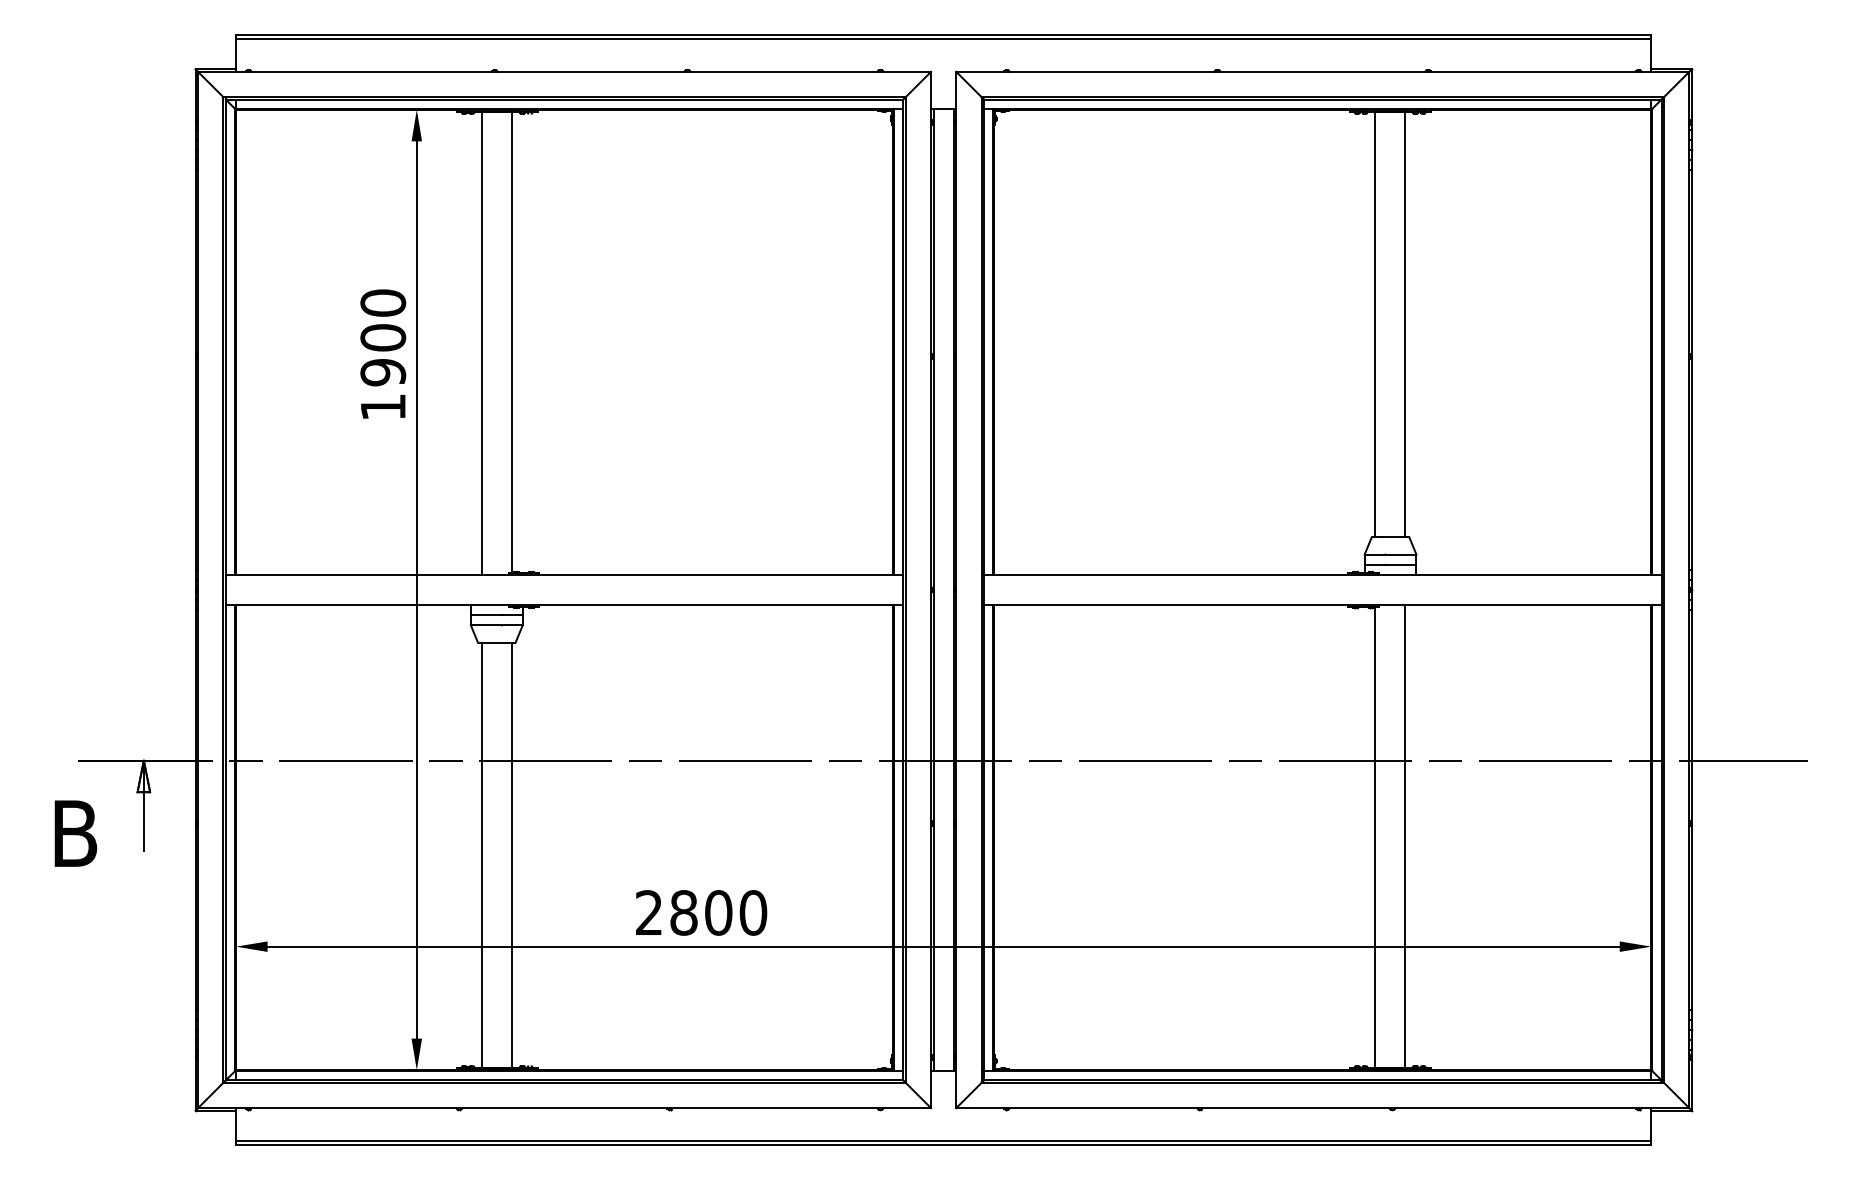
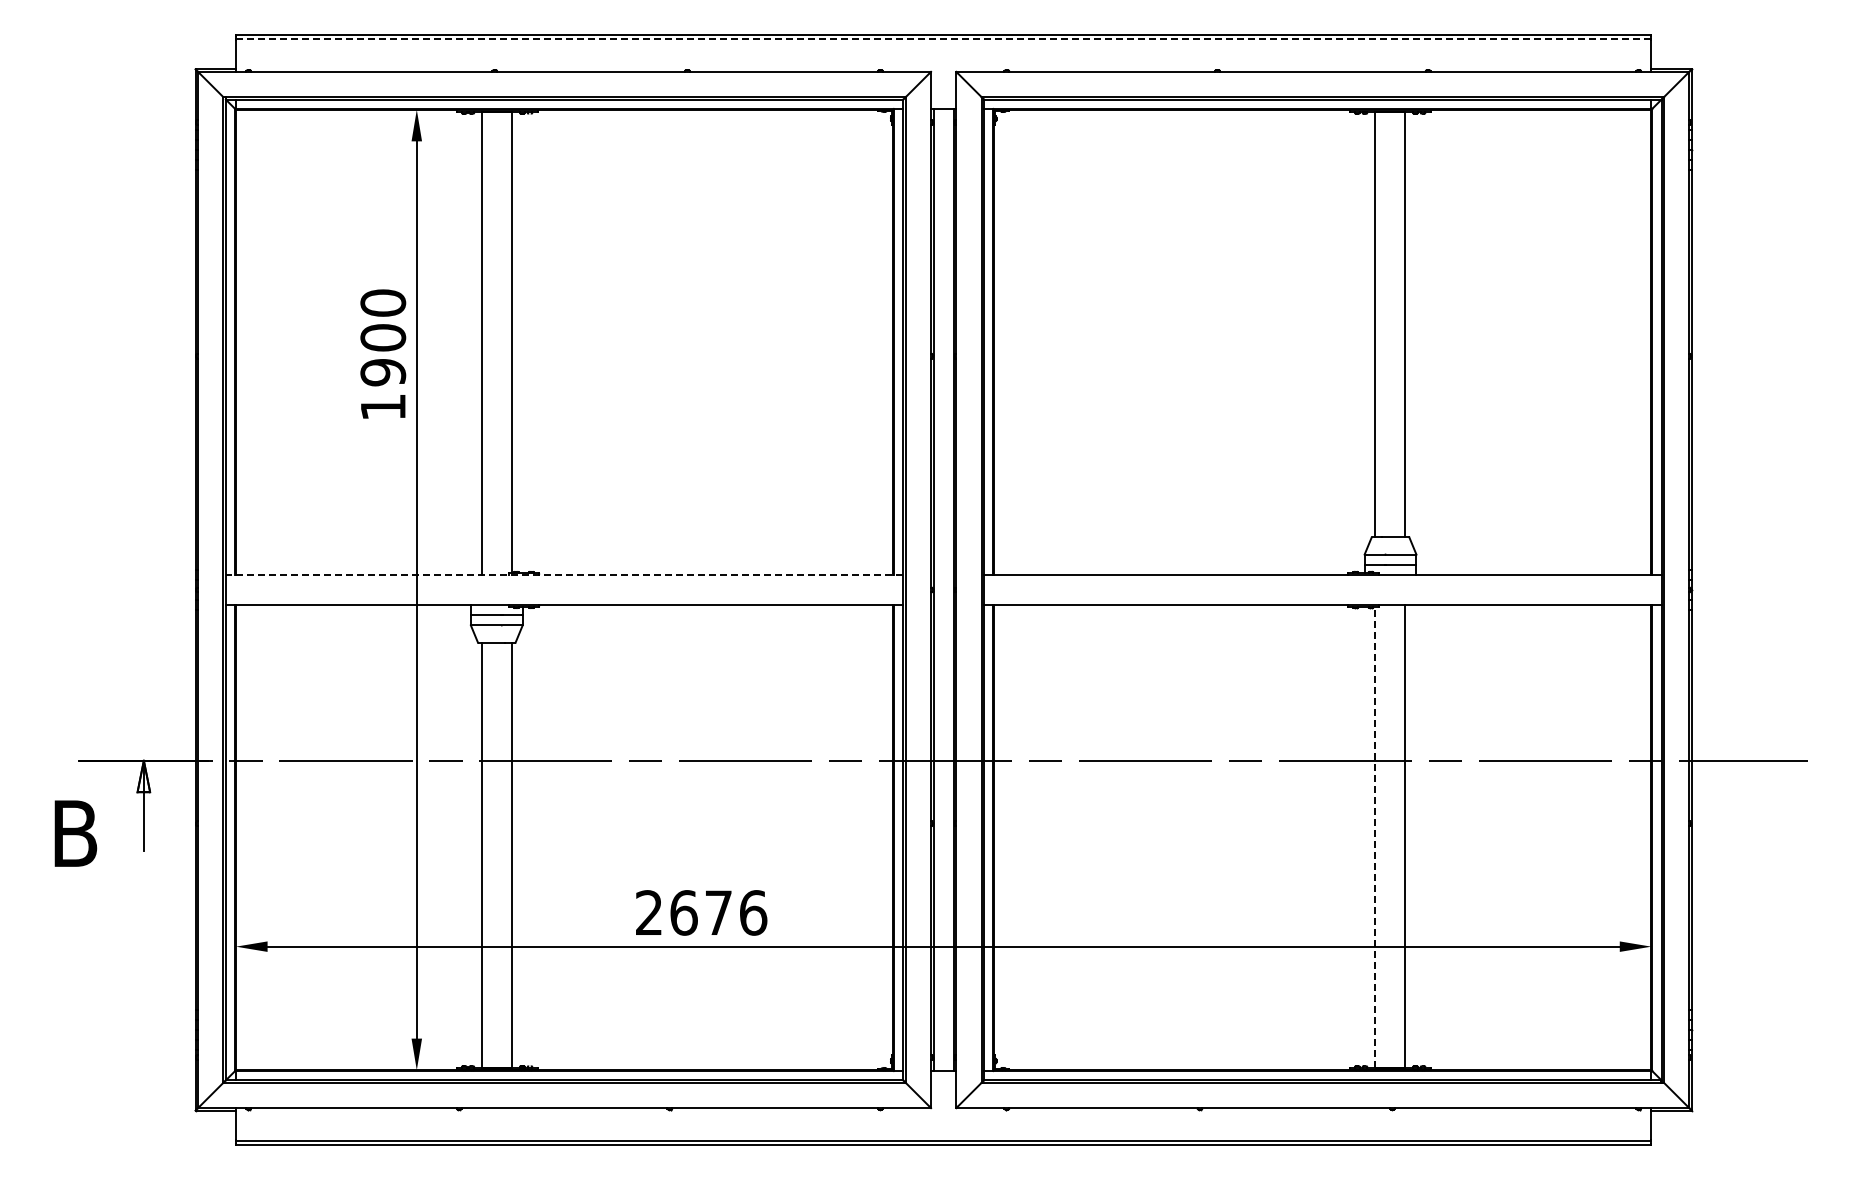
line at (943, 39): solid -> dashed
line at (564, 574): solid -> dashed
line at (1375, 837): solid -> dashed
text at (718, 912): 2800 -> 2676
